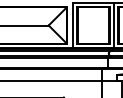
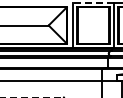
line at (92, 2): solid -> dashed
line at (32, 97): solid -> dashed
